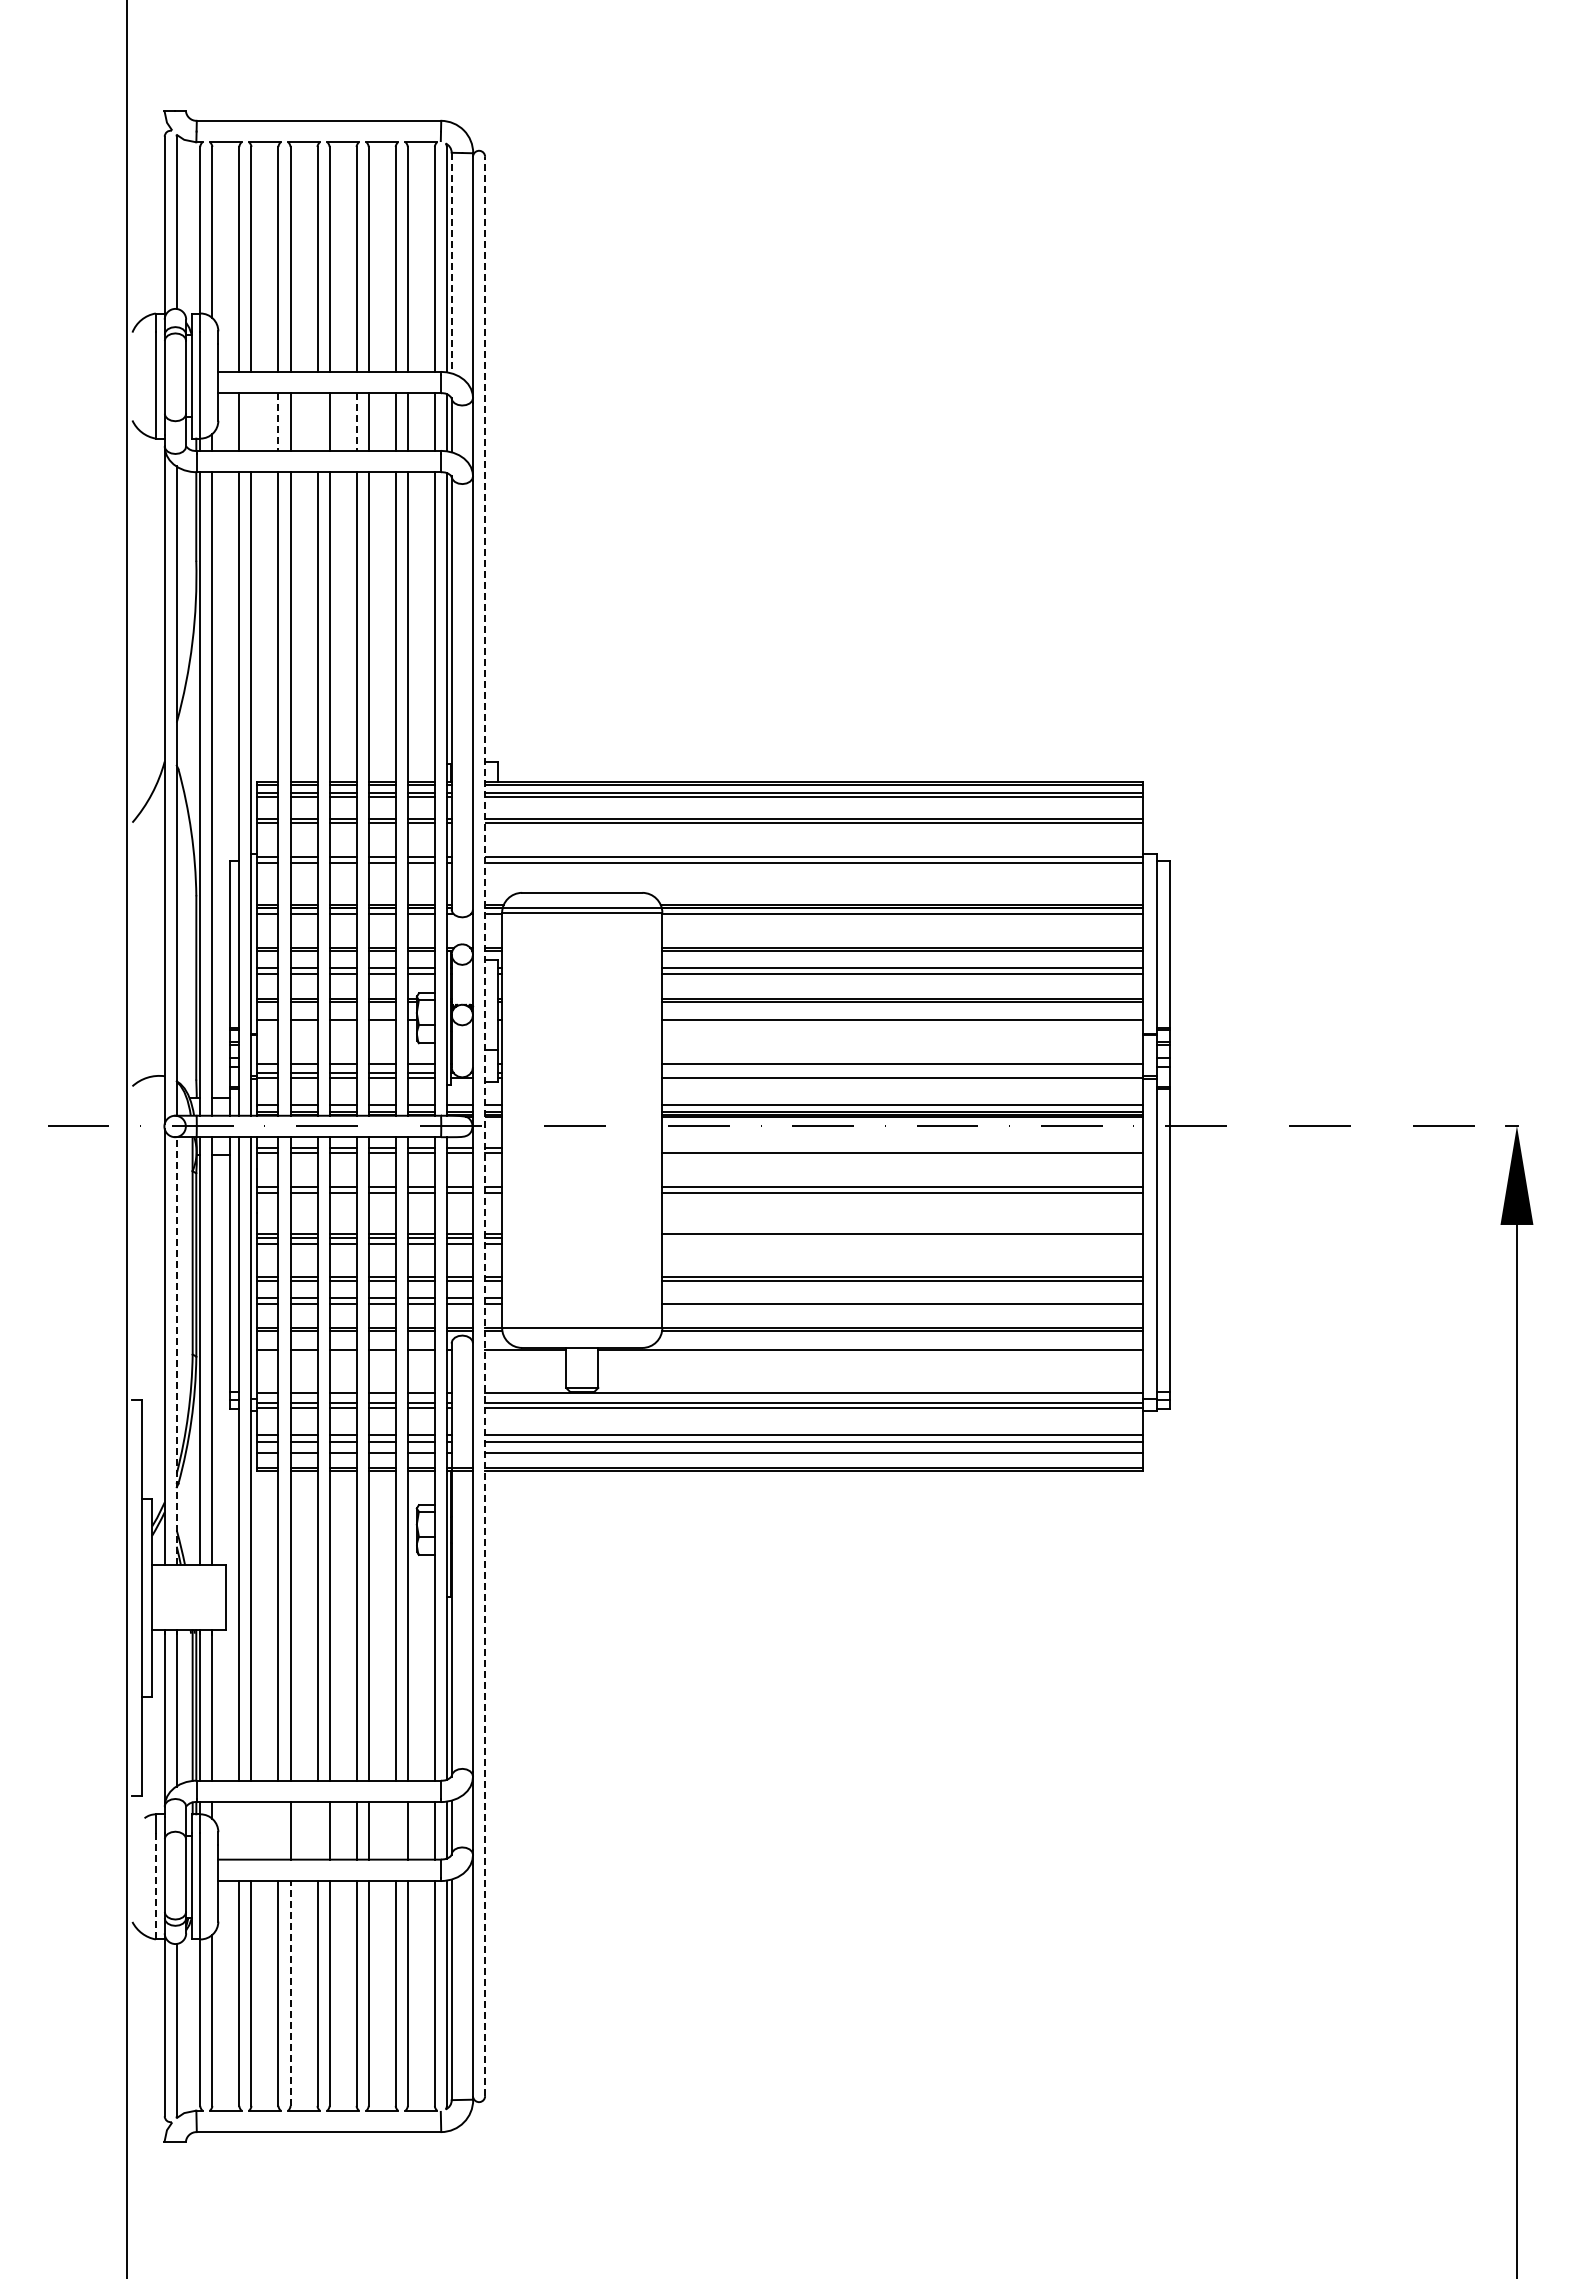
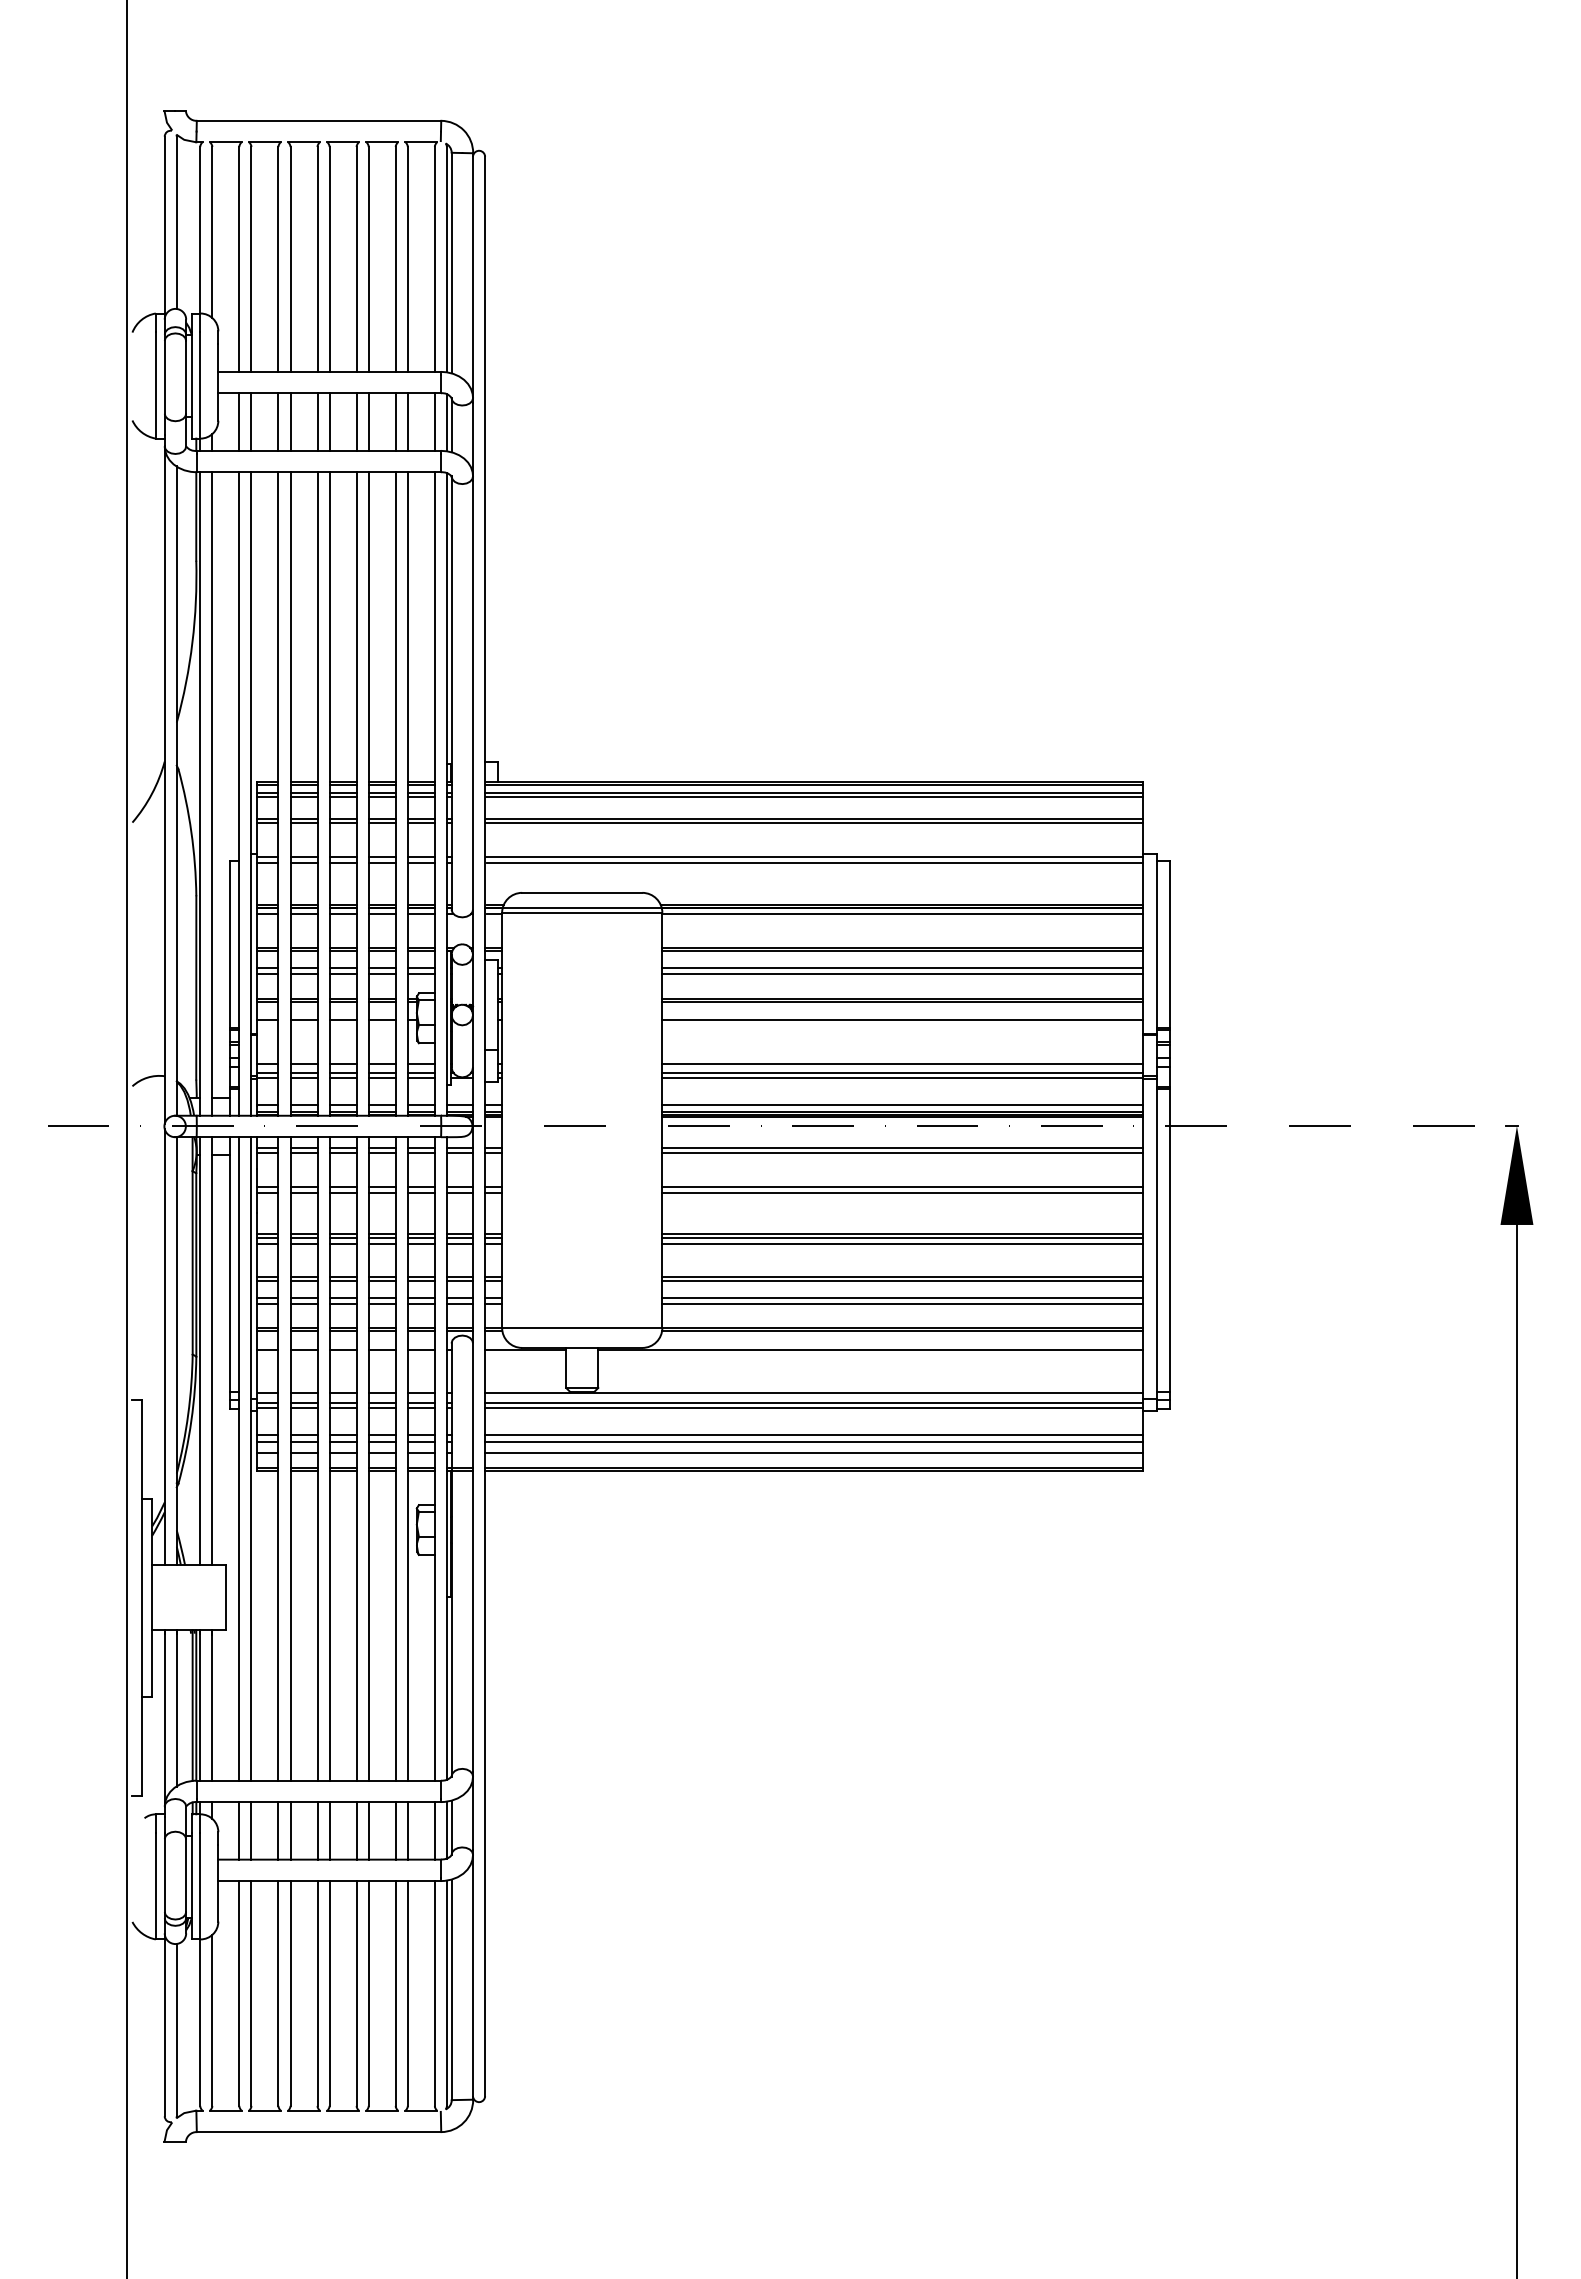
line at (451, 263): dashed -> solid
line at (251, 421): none -> present
line at (317, 421): none -> present
line at (278, 422): dashed -> solid
line at (356, 422): dashed -> solid
line at (902, 1073): none -> present
line at (485, 1126): dashed -> solid
line at (902, 1148): none -> present
line at (902, 1237): none -> present
line at (902, 1243): none -> present
line at (902, 1297): none -> present
line at (176, 1350): dashed -> solid
line at (239, 1830): none -> present
line at (251, 1830): none -> present
line at (278, 1830): none -> present
line at (317, 1830): none -> present
line at (395, 1830): none -> present
line at (155, 1885): dashed -> solid
line at (290, 1992): dashed -> solid
